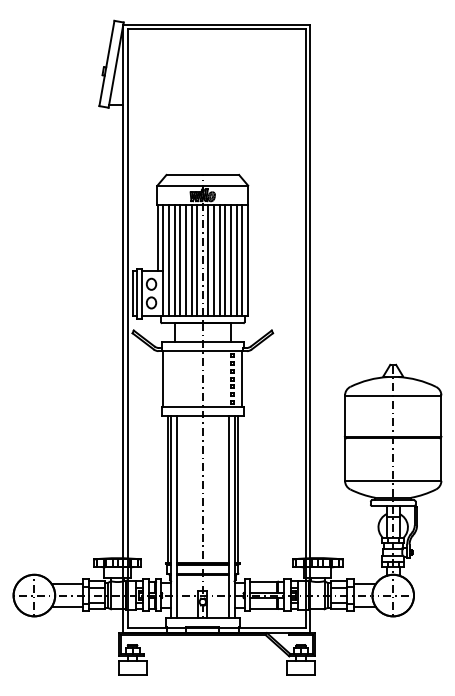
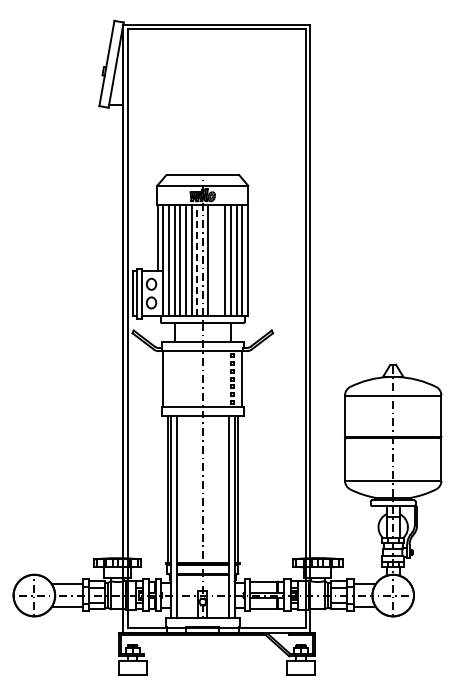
line at (214, 259): present -> none
line at (219, 259): present -> none
line at (197, 260): solid -> dashed
